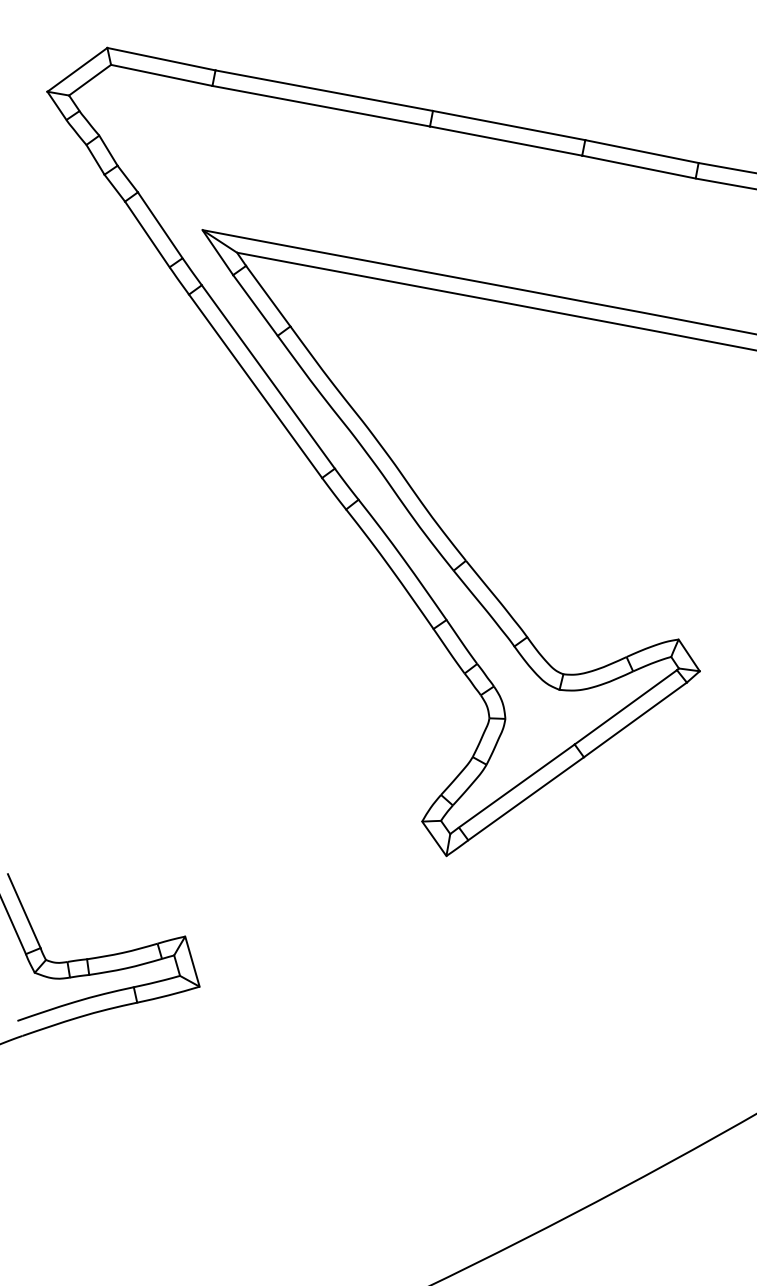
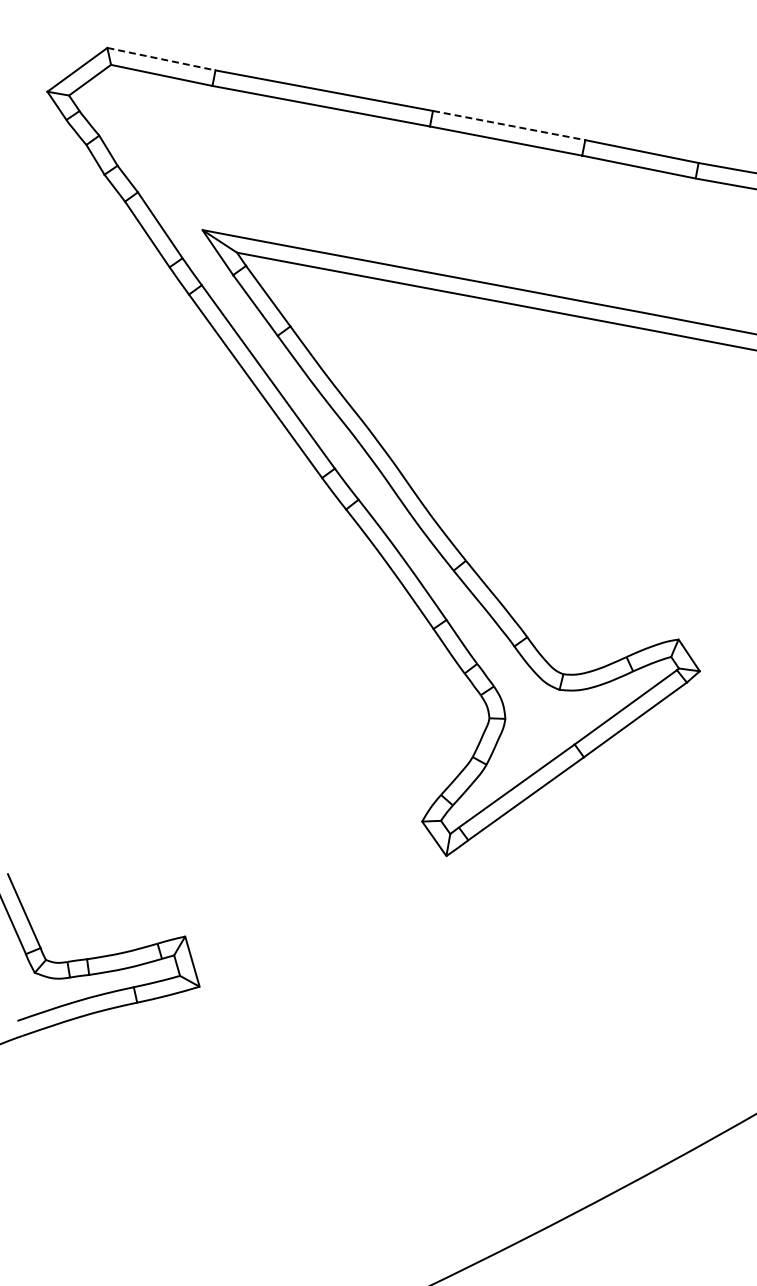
line at (161, 59): solid -> dashed
line at (509, 125): solid -> dashed
